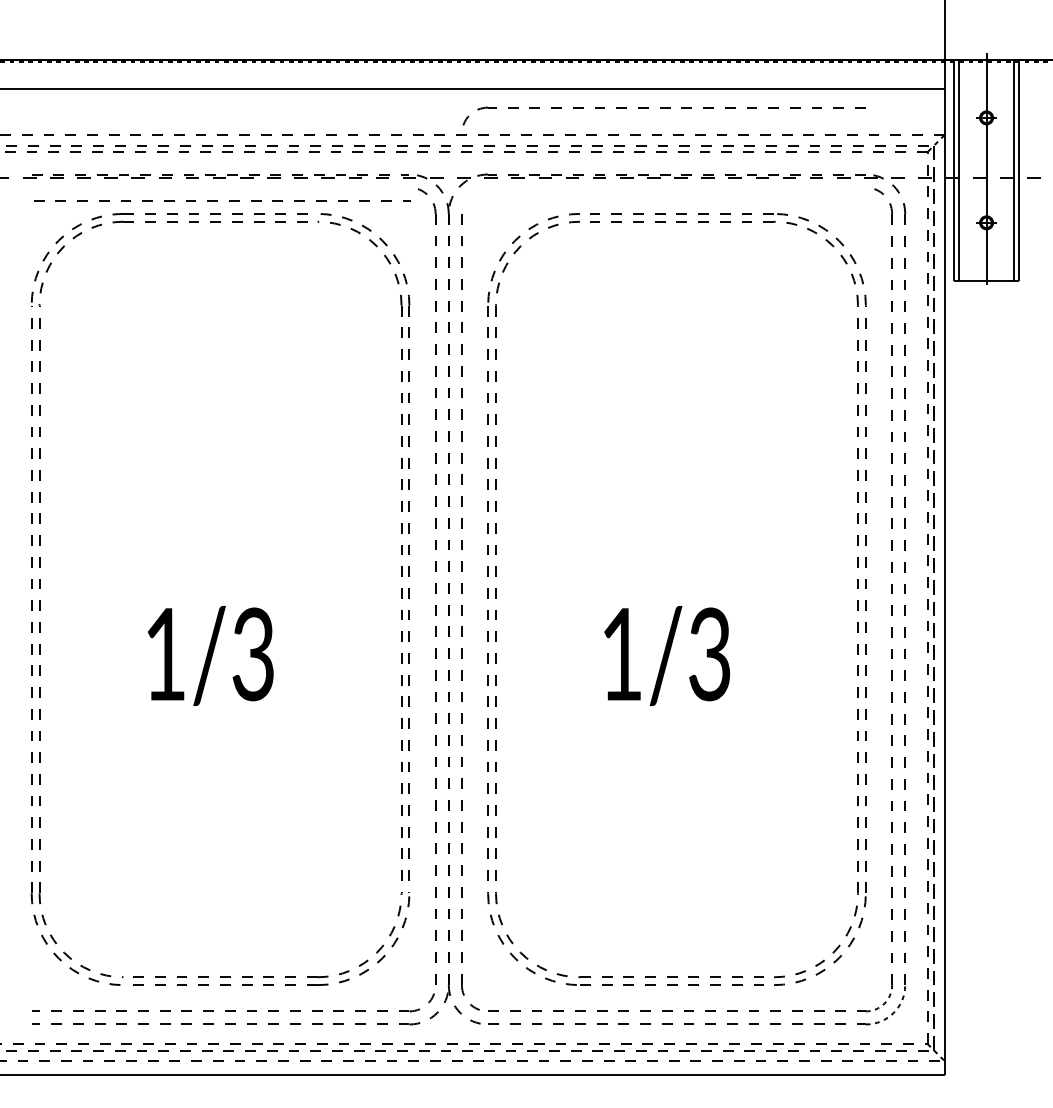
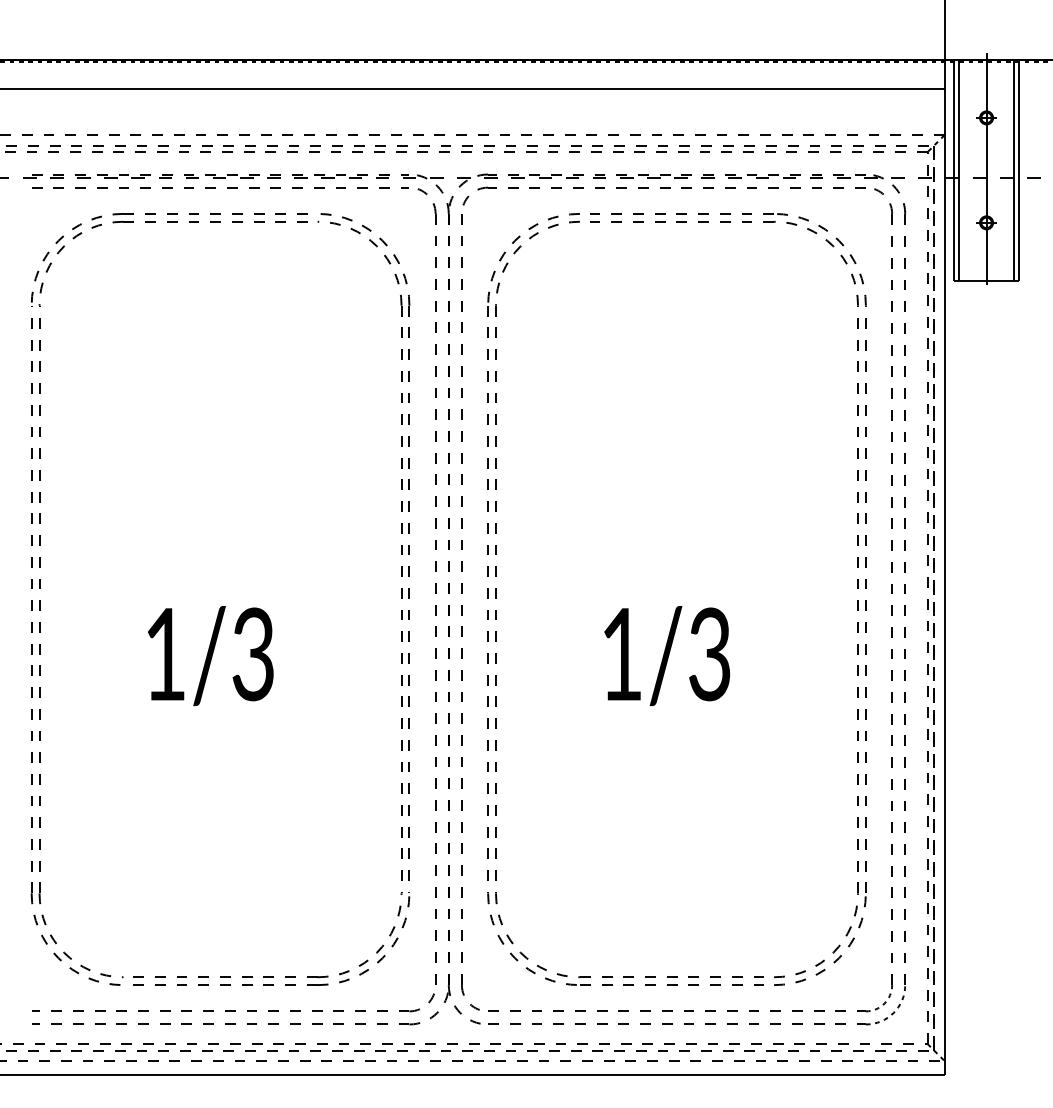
part at (663, 108) position: (663, 108) -> (663, 188)
part at (222, 200) position: (222, 200) -> (220, 187)
